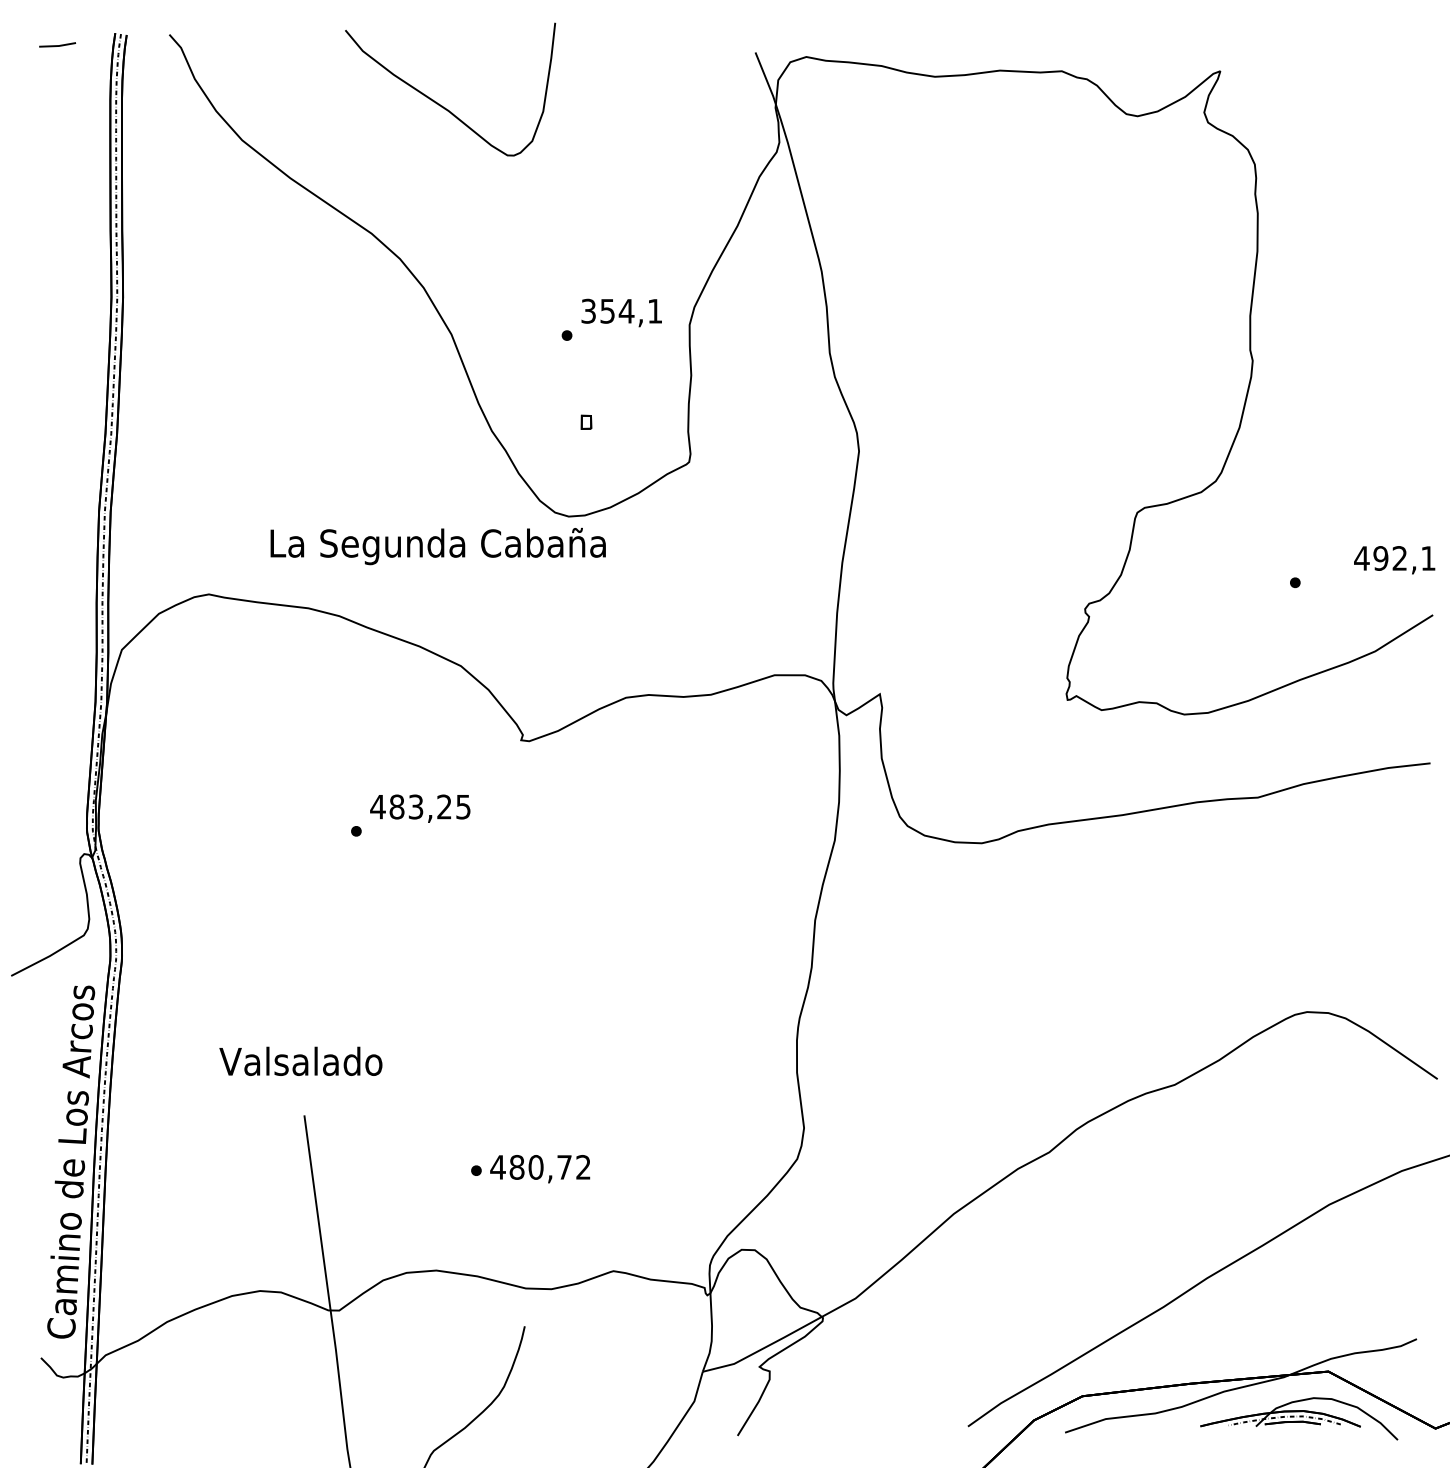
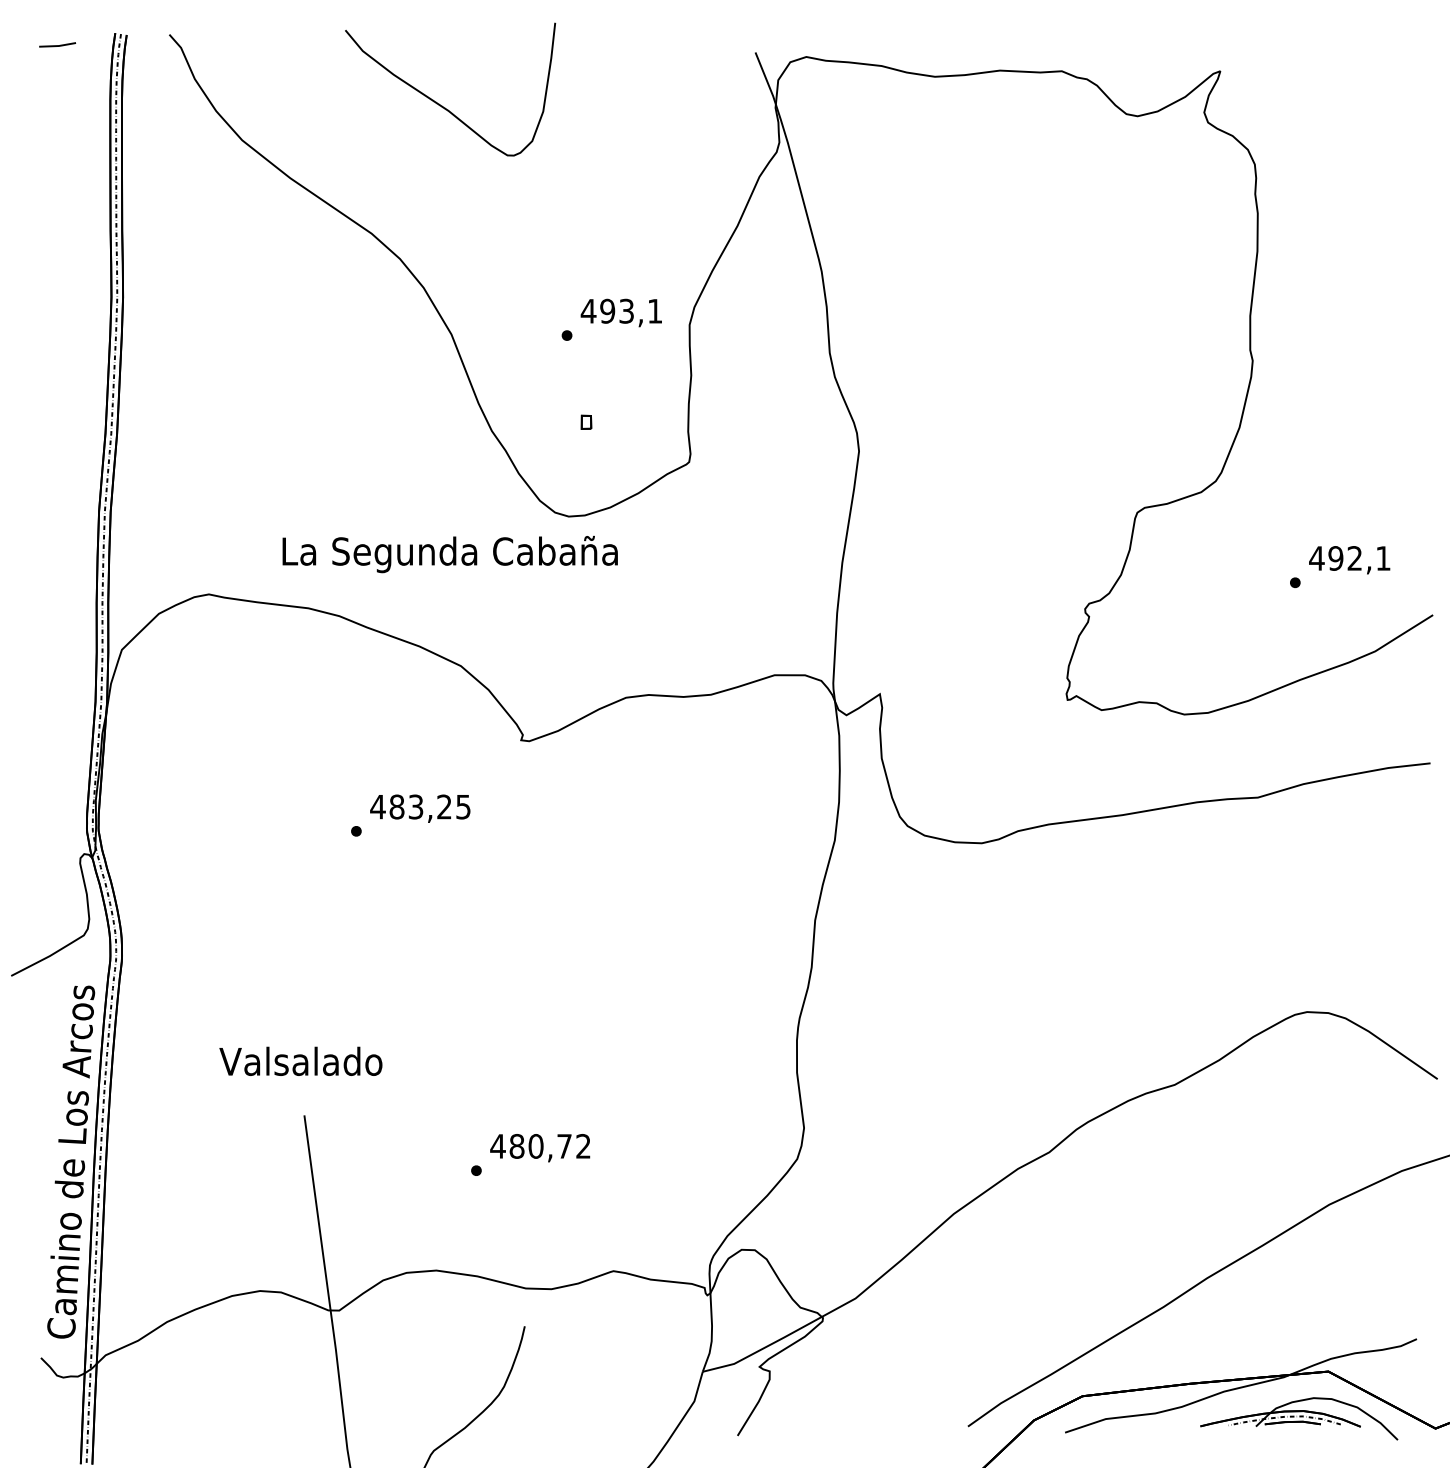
text at (607, 310): 354,1 -> 493,1
text at (437, 546) position: (437, 546) -> (449, 554)
text at (1394, 560) position: (1394, 560) -> (1349, 560)
text at (540, 1169) position: (540, 1169) -> (540, 1148)
